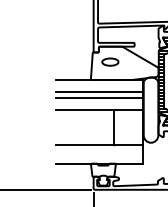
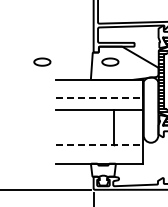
part at (42, 61): none -> present
line at (99, 91): present -> none
line at (99, 98): solid -> dashed
line at (99, 145): solid -> dashed
